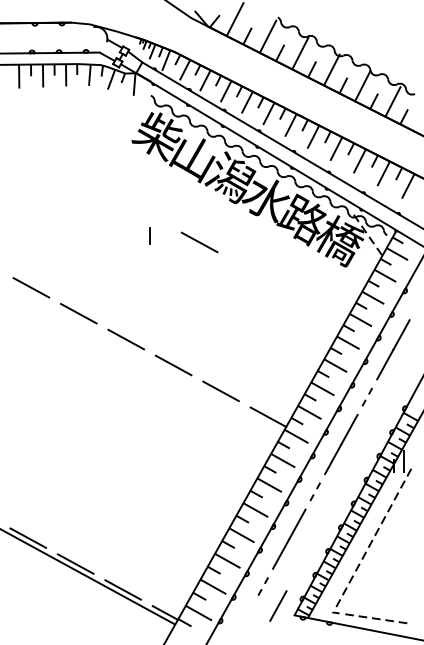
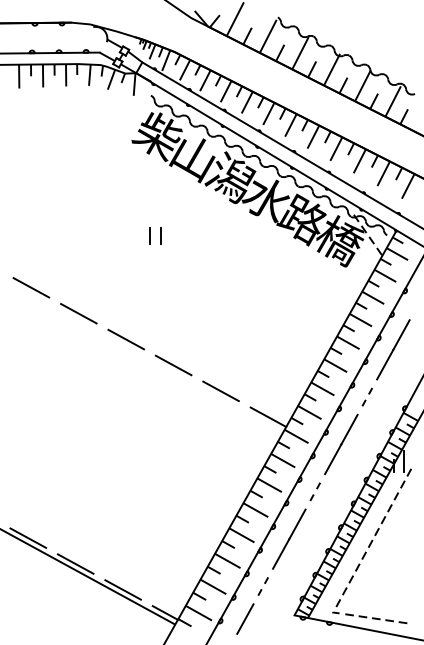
line at (160, 235): none -> present
line at (199, 242): present -> none
line at (278, 605) position: (278, 605) -> (245, 618)
